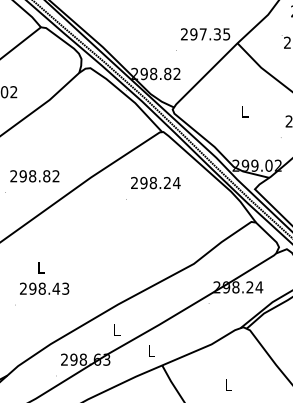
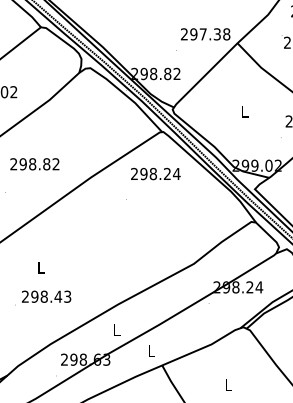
text at (226, 34): 297.35 -> 297.38
text at (34, 176) position: (34, 176) -> (34, 164)
text at (155, 182) position: (155, 182) -> (155, 173)
text at (44, 288) position: (44, 288) -> (46, 296)
